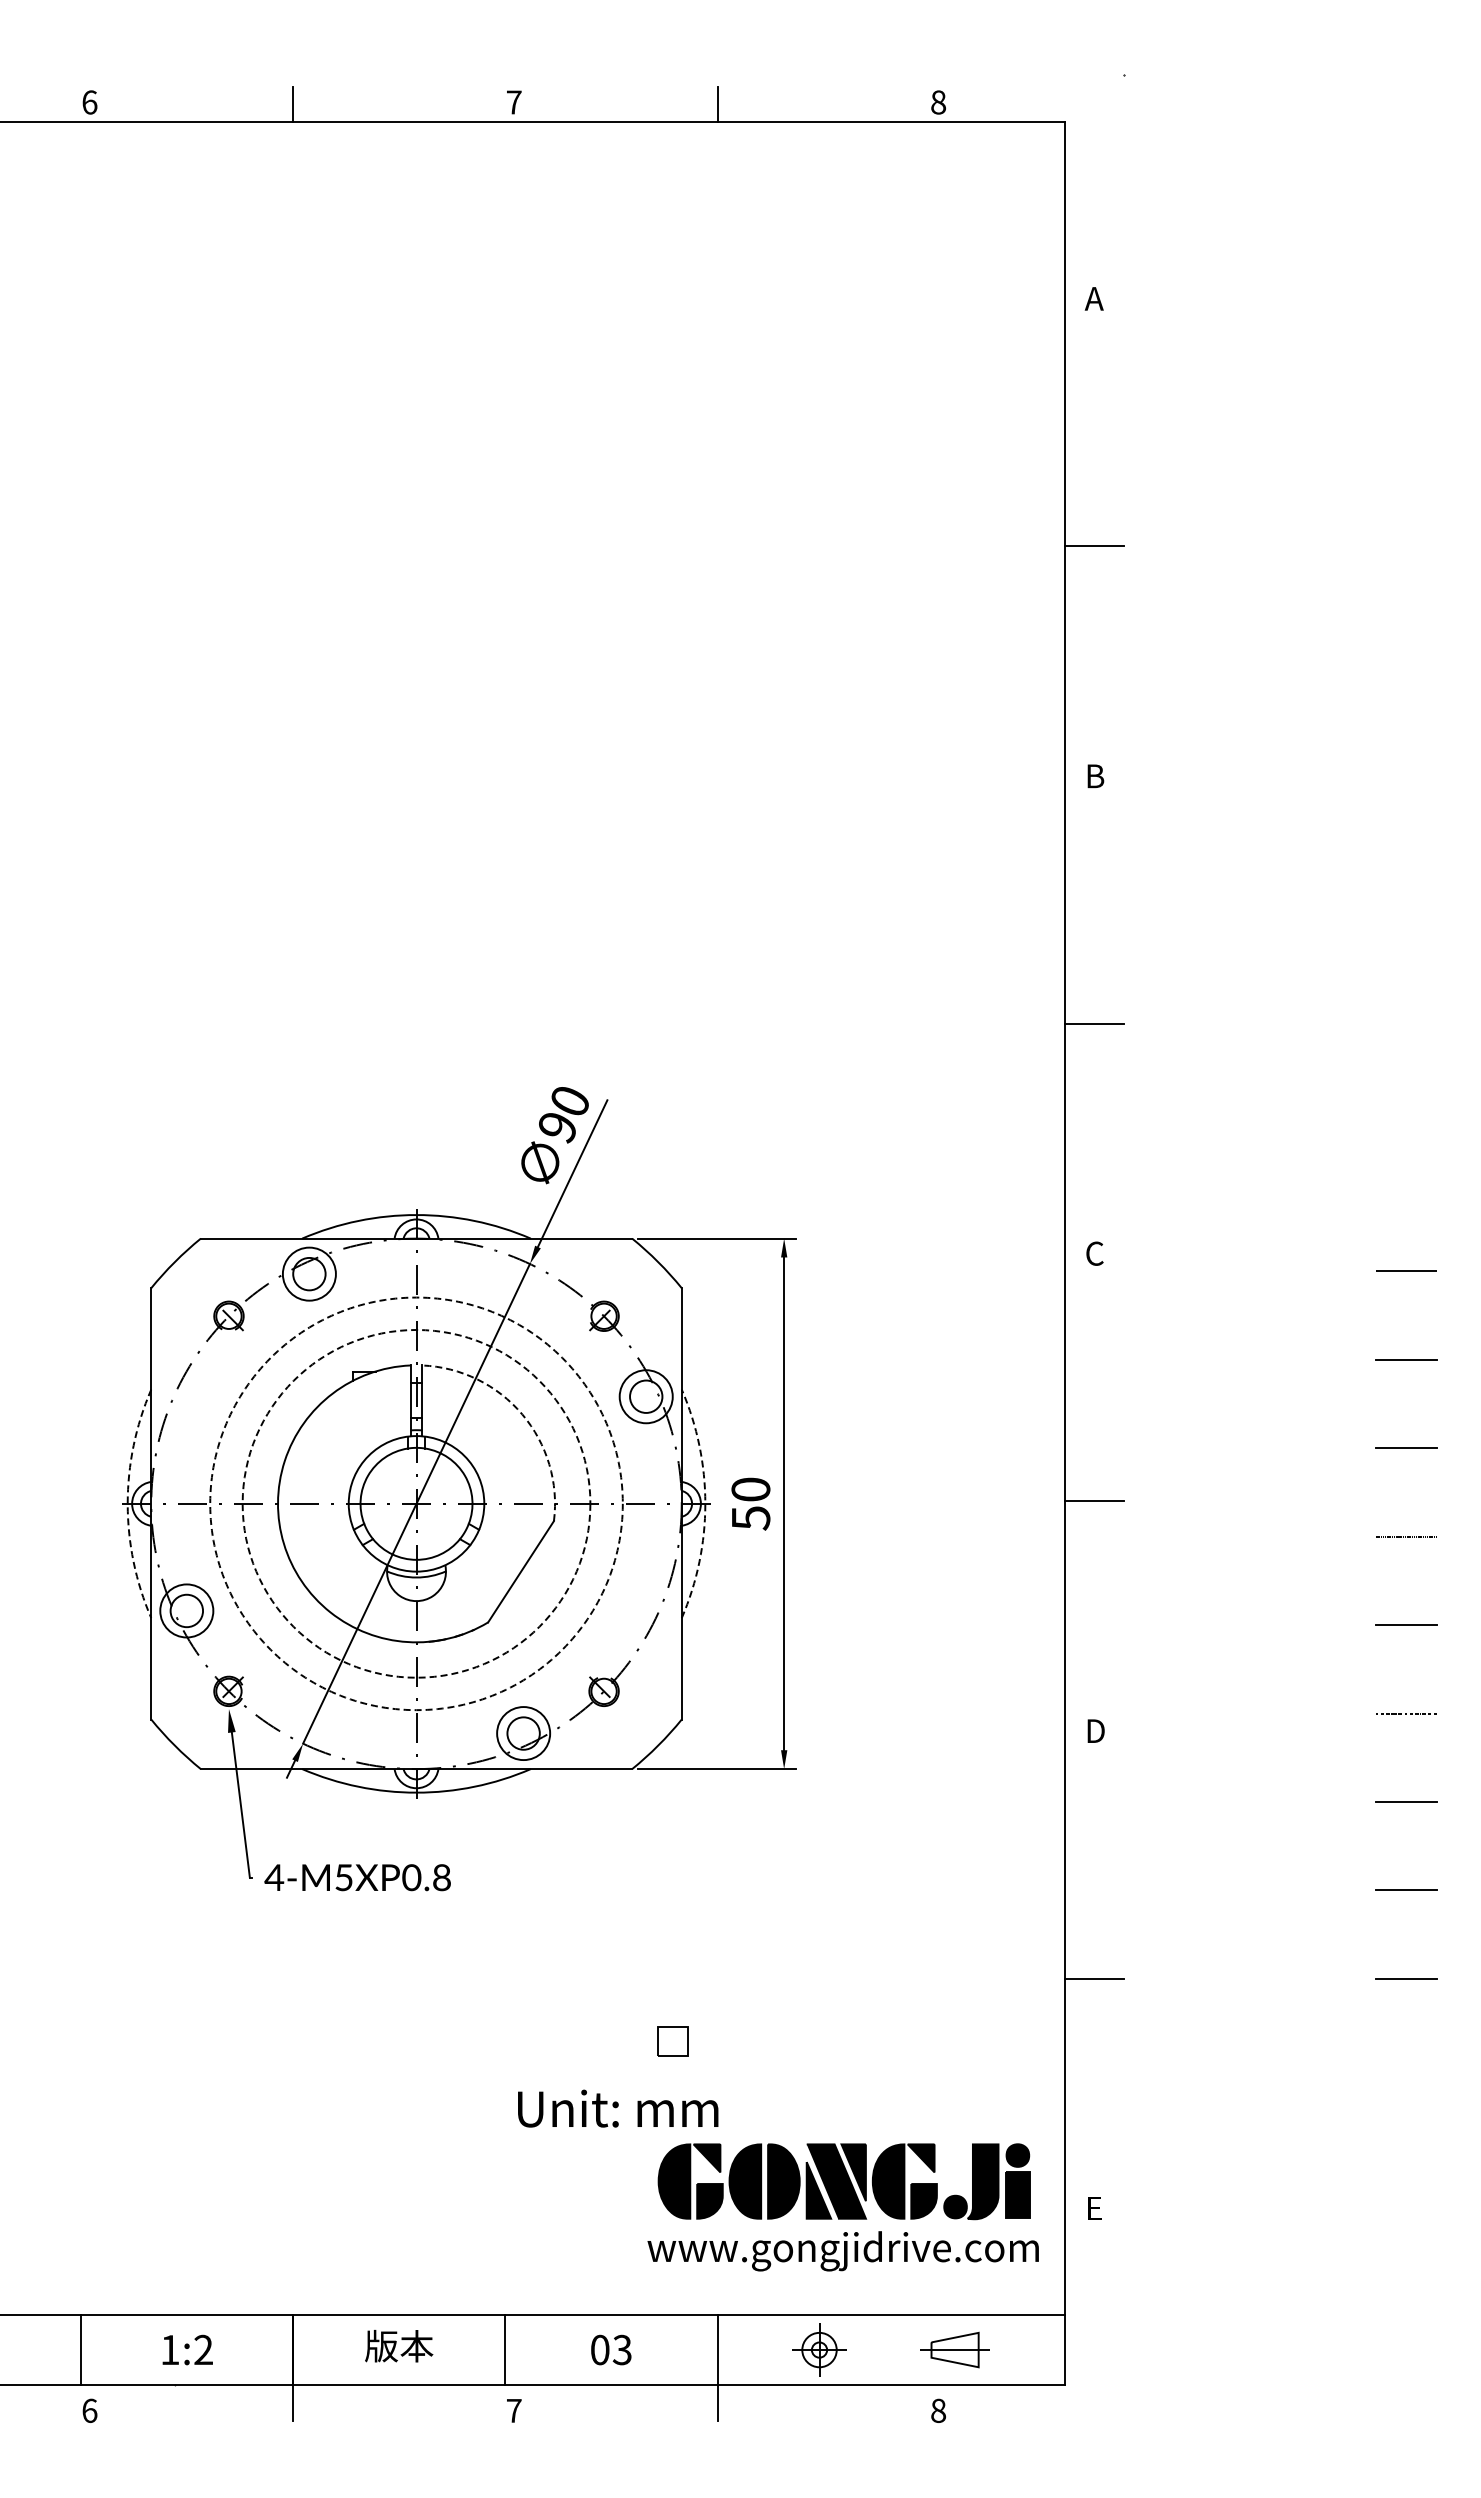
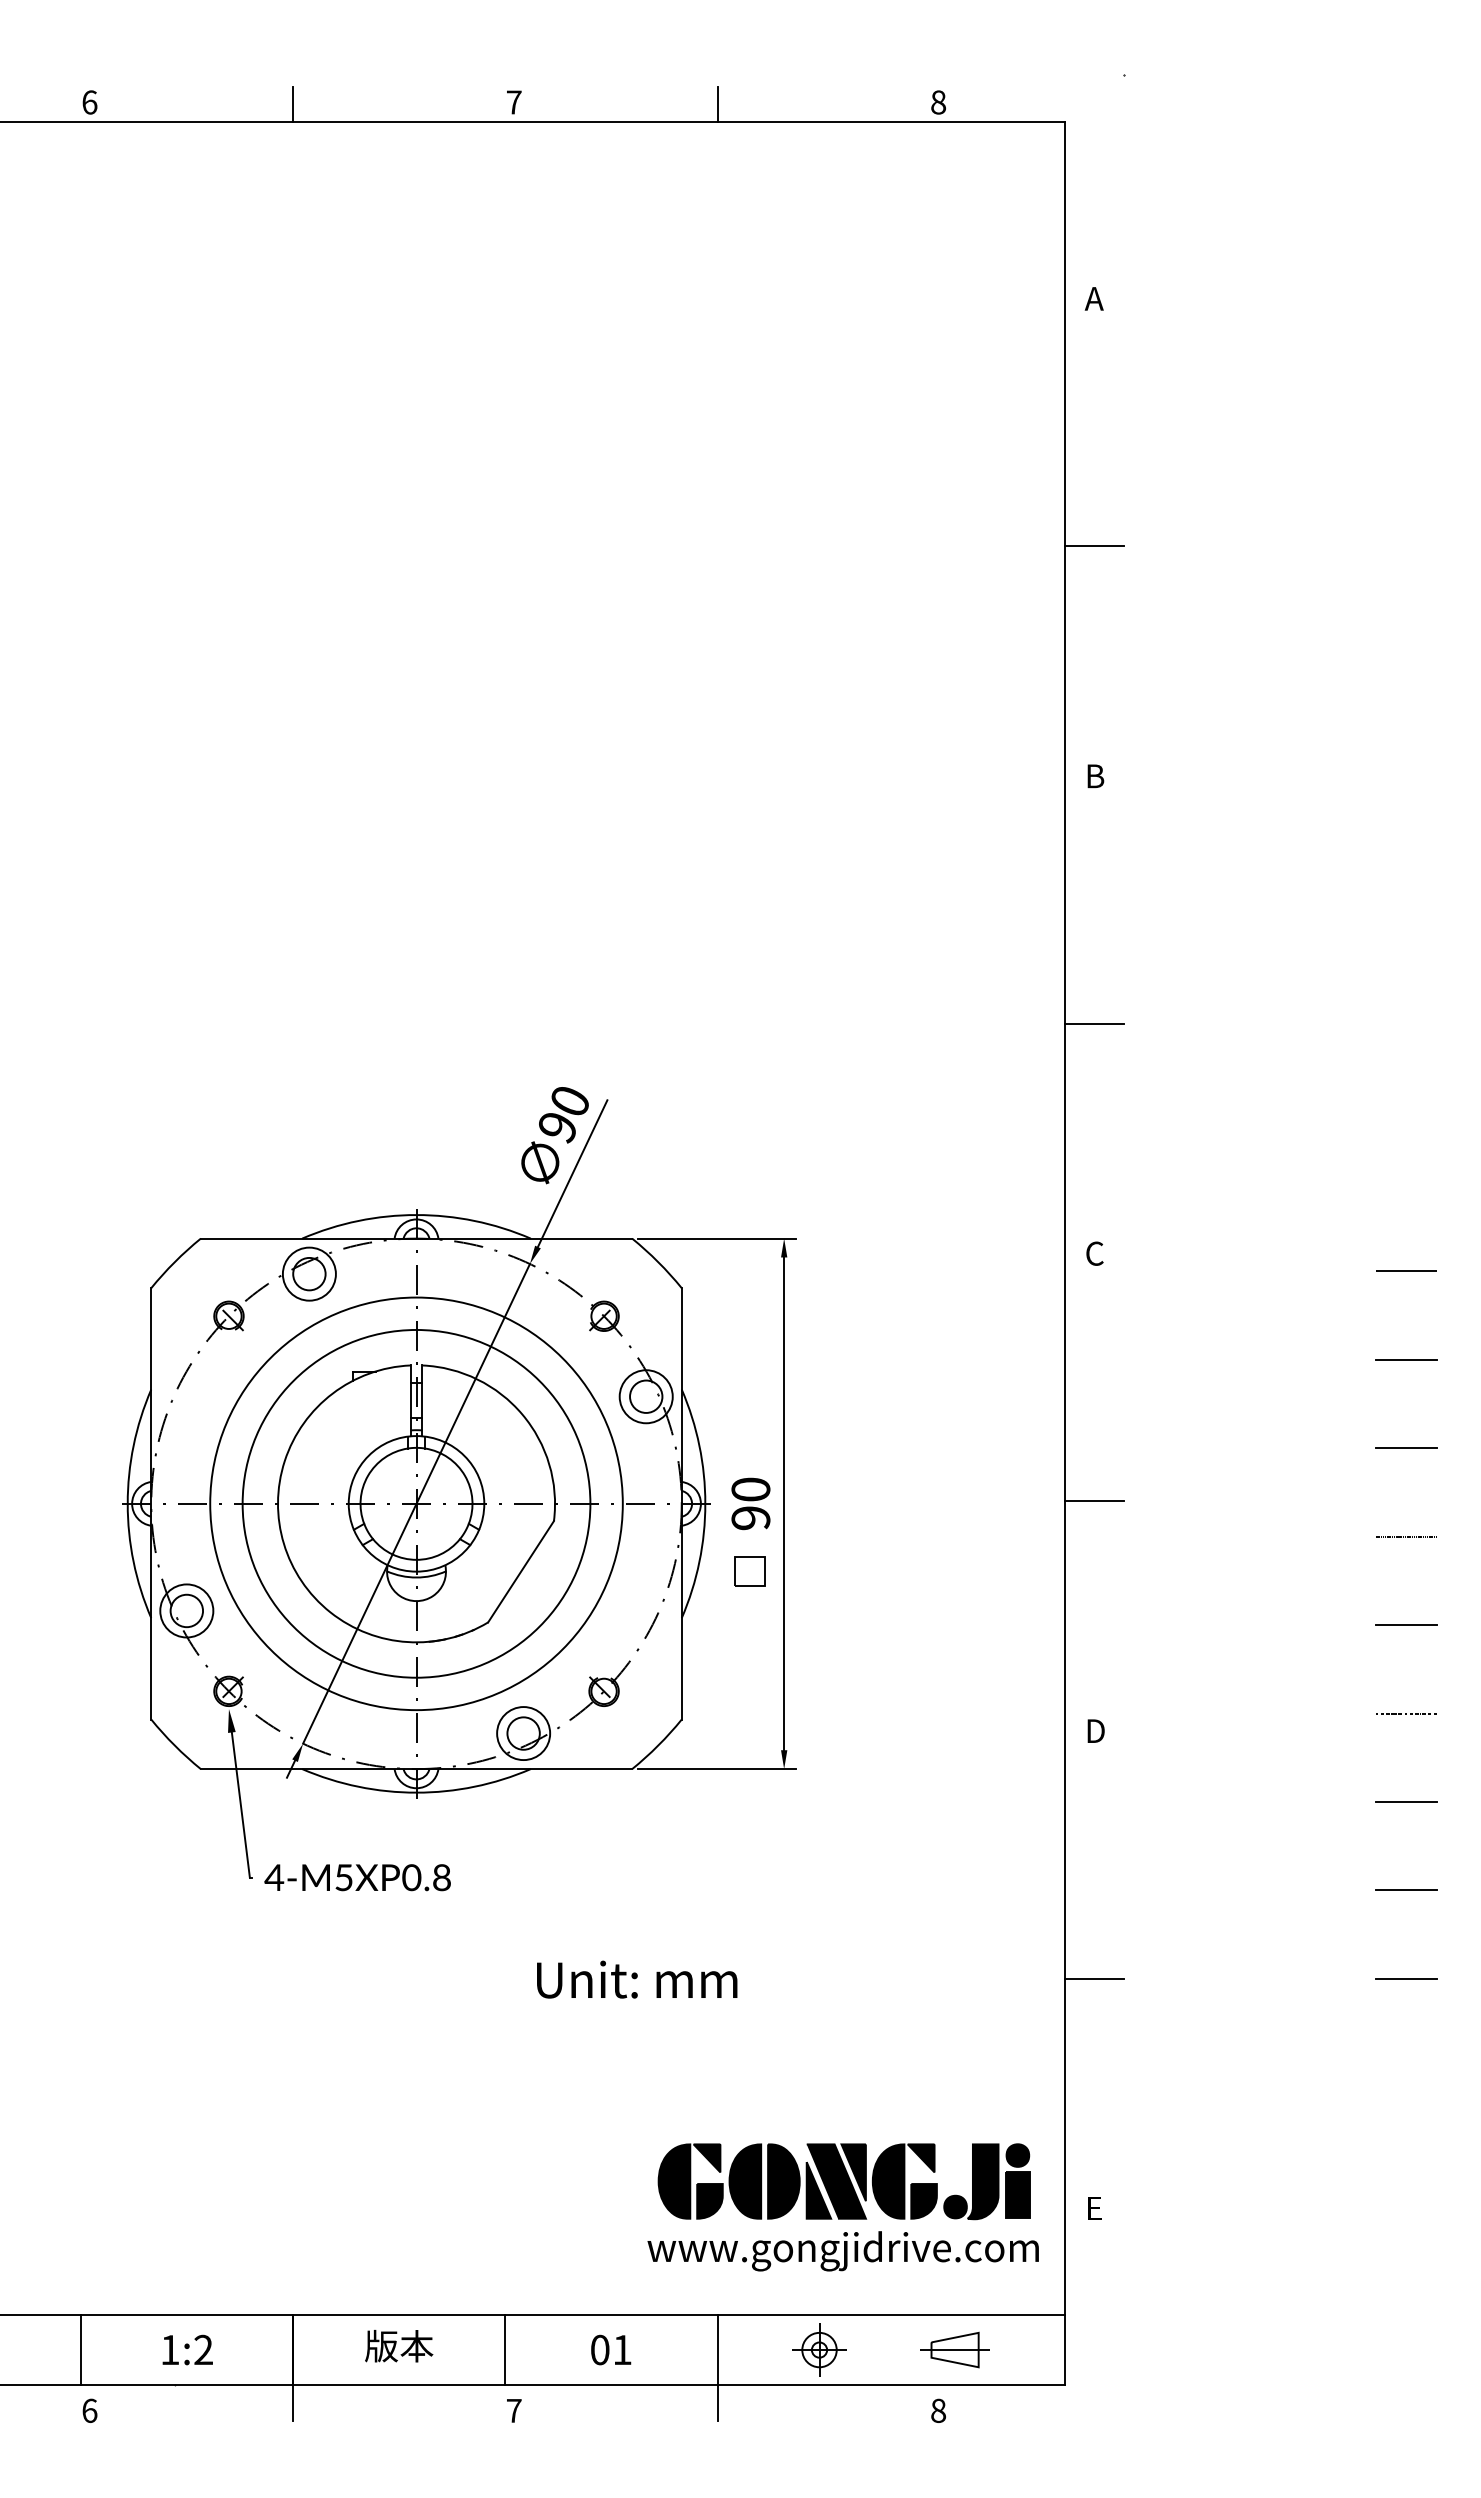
arc at (522, 1414): dashed -> solid
arc at (127, 1503): dashed -> solid
circle at (416, 1503): dashed -> solid
circle at (416, 1503): dashed -> solid
arc at (705, 1503): dashed -> solid
text at (750, 1518): 50 -> 90
part at (672, 2041) position: (672, 2041) -> (749, 1571)
text at (618, 2108) position: (618, 2108) -> (637, 1979)
text at (621, 2349): 03 -> 01
